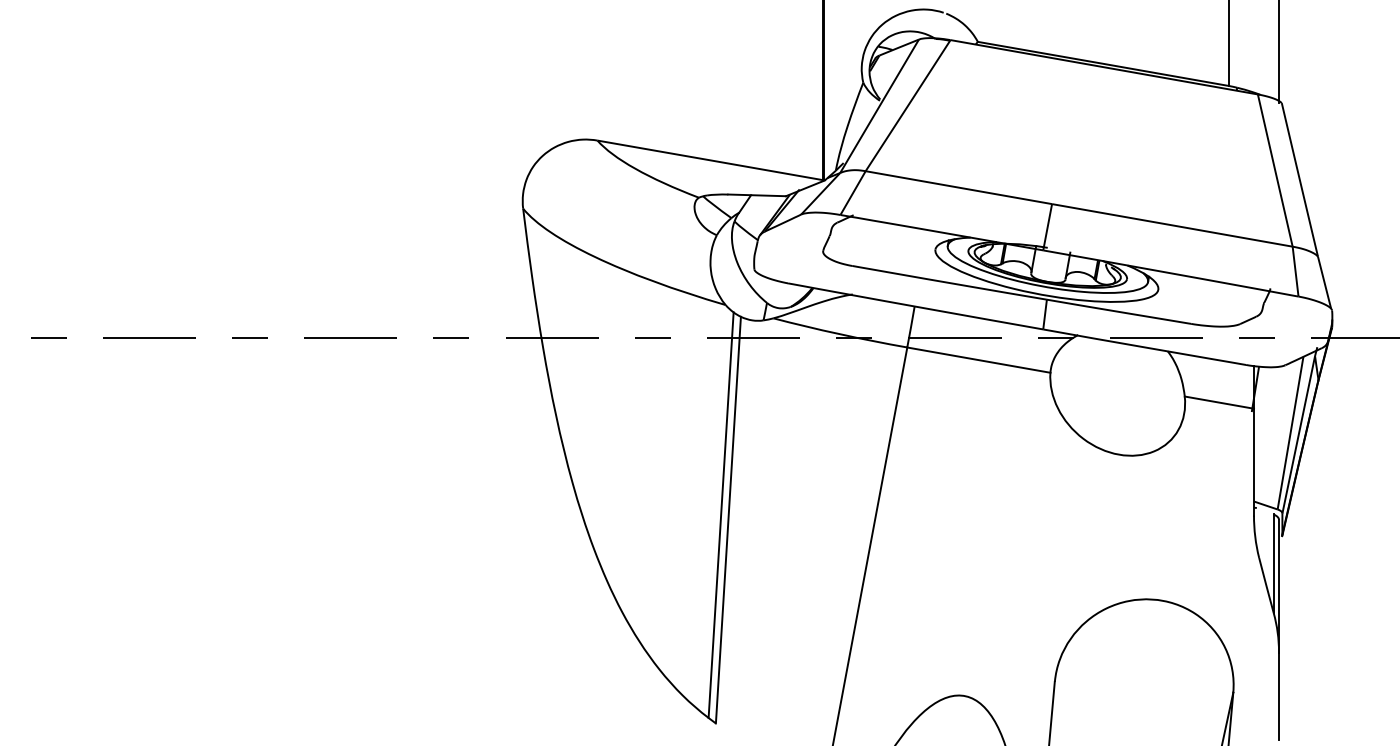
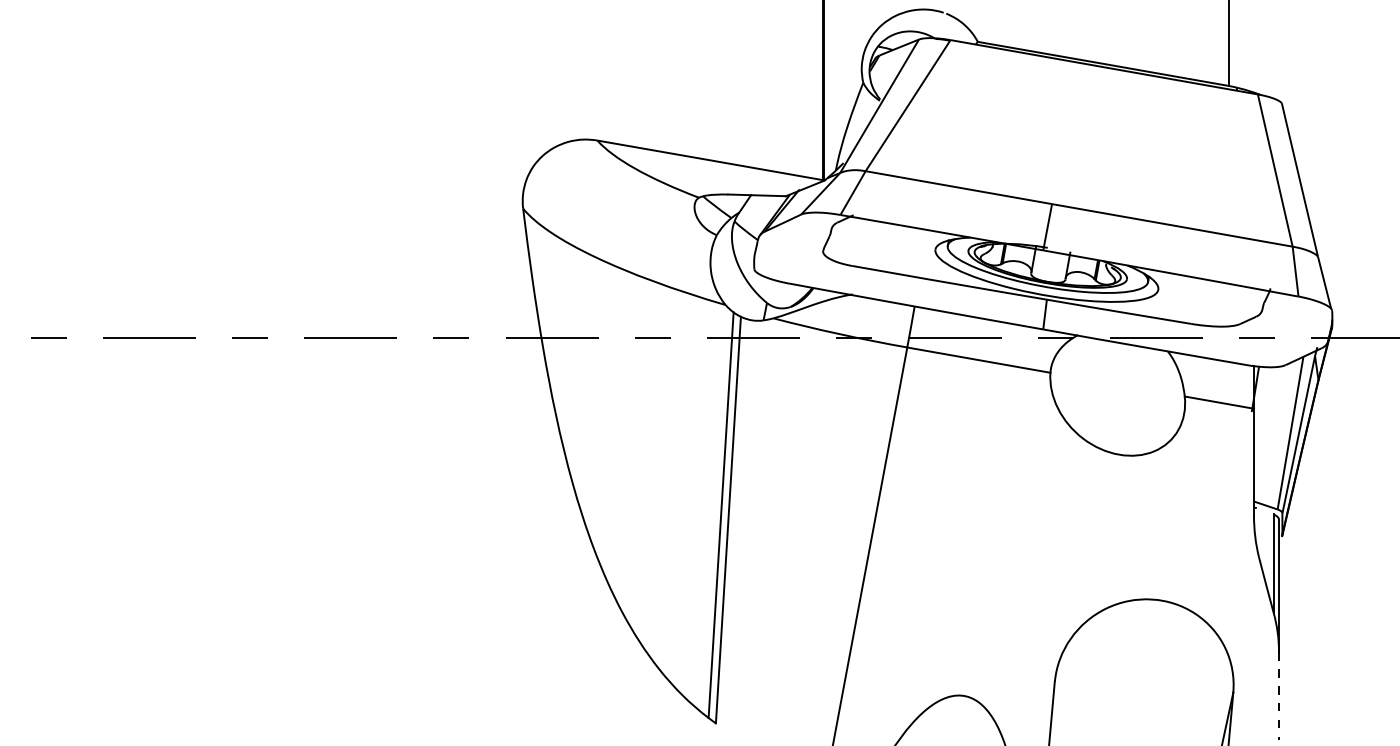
line at (1279, 52): present -> none
line at (1279, 696): solid -> dashed
